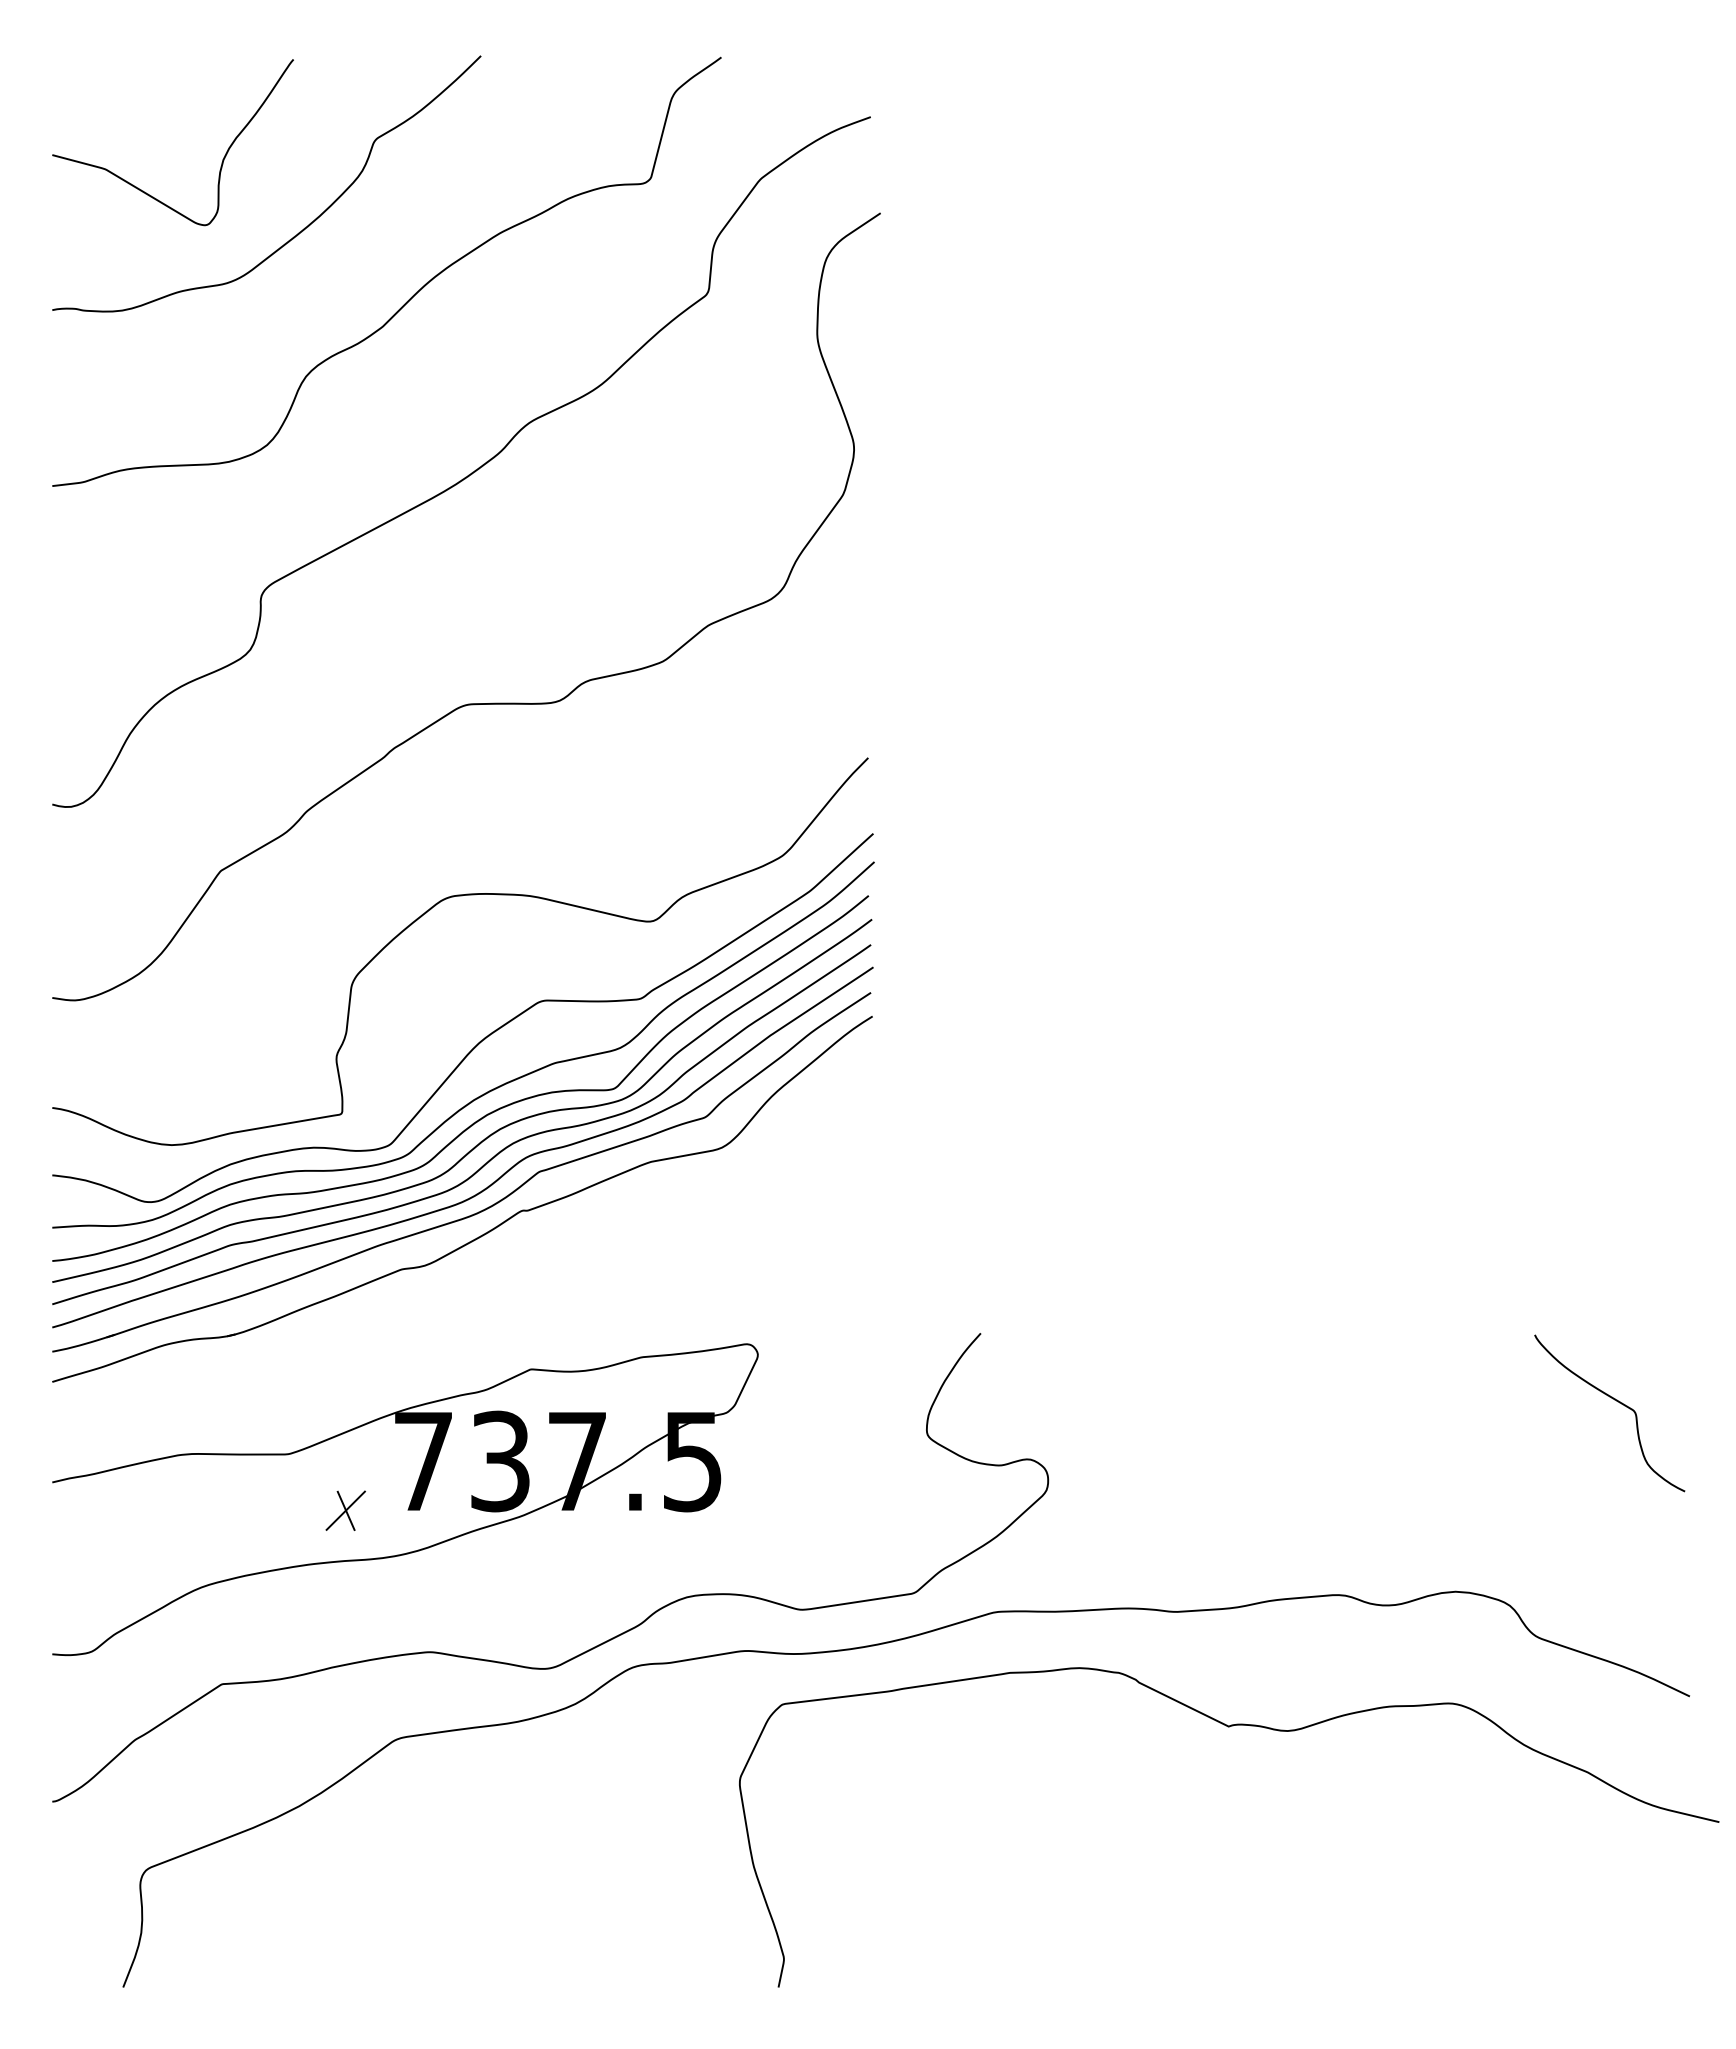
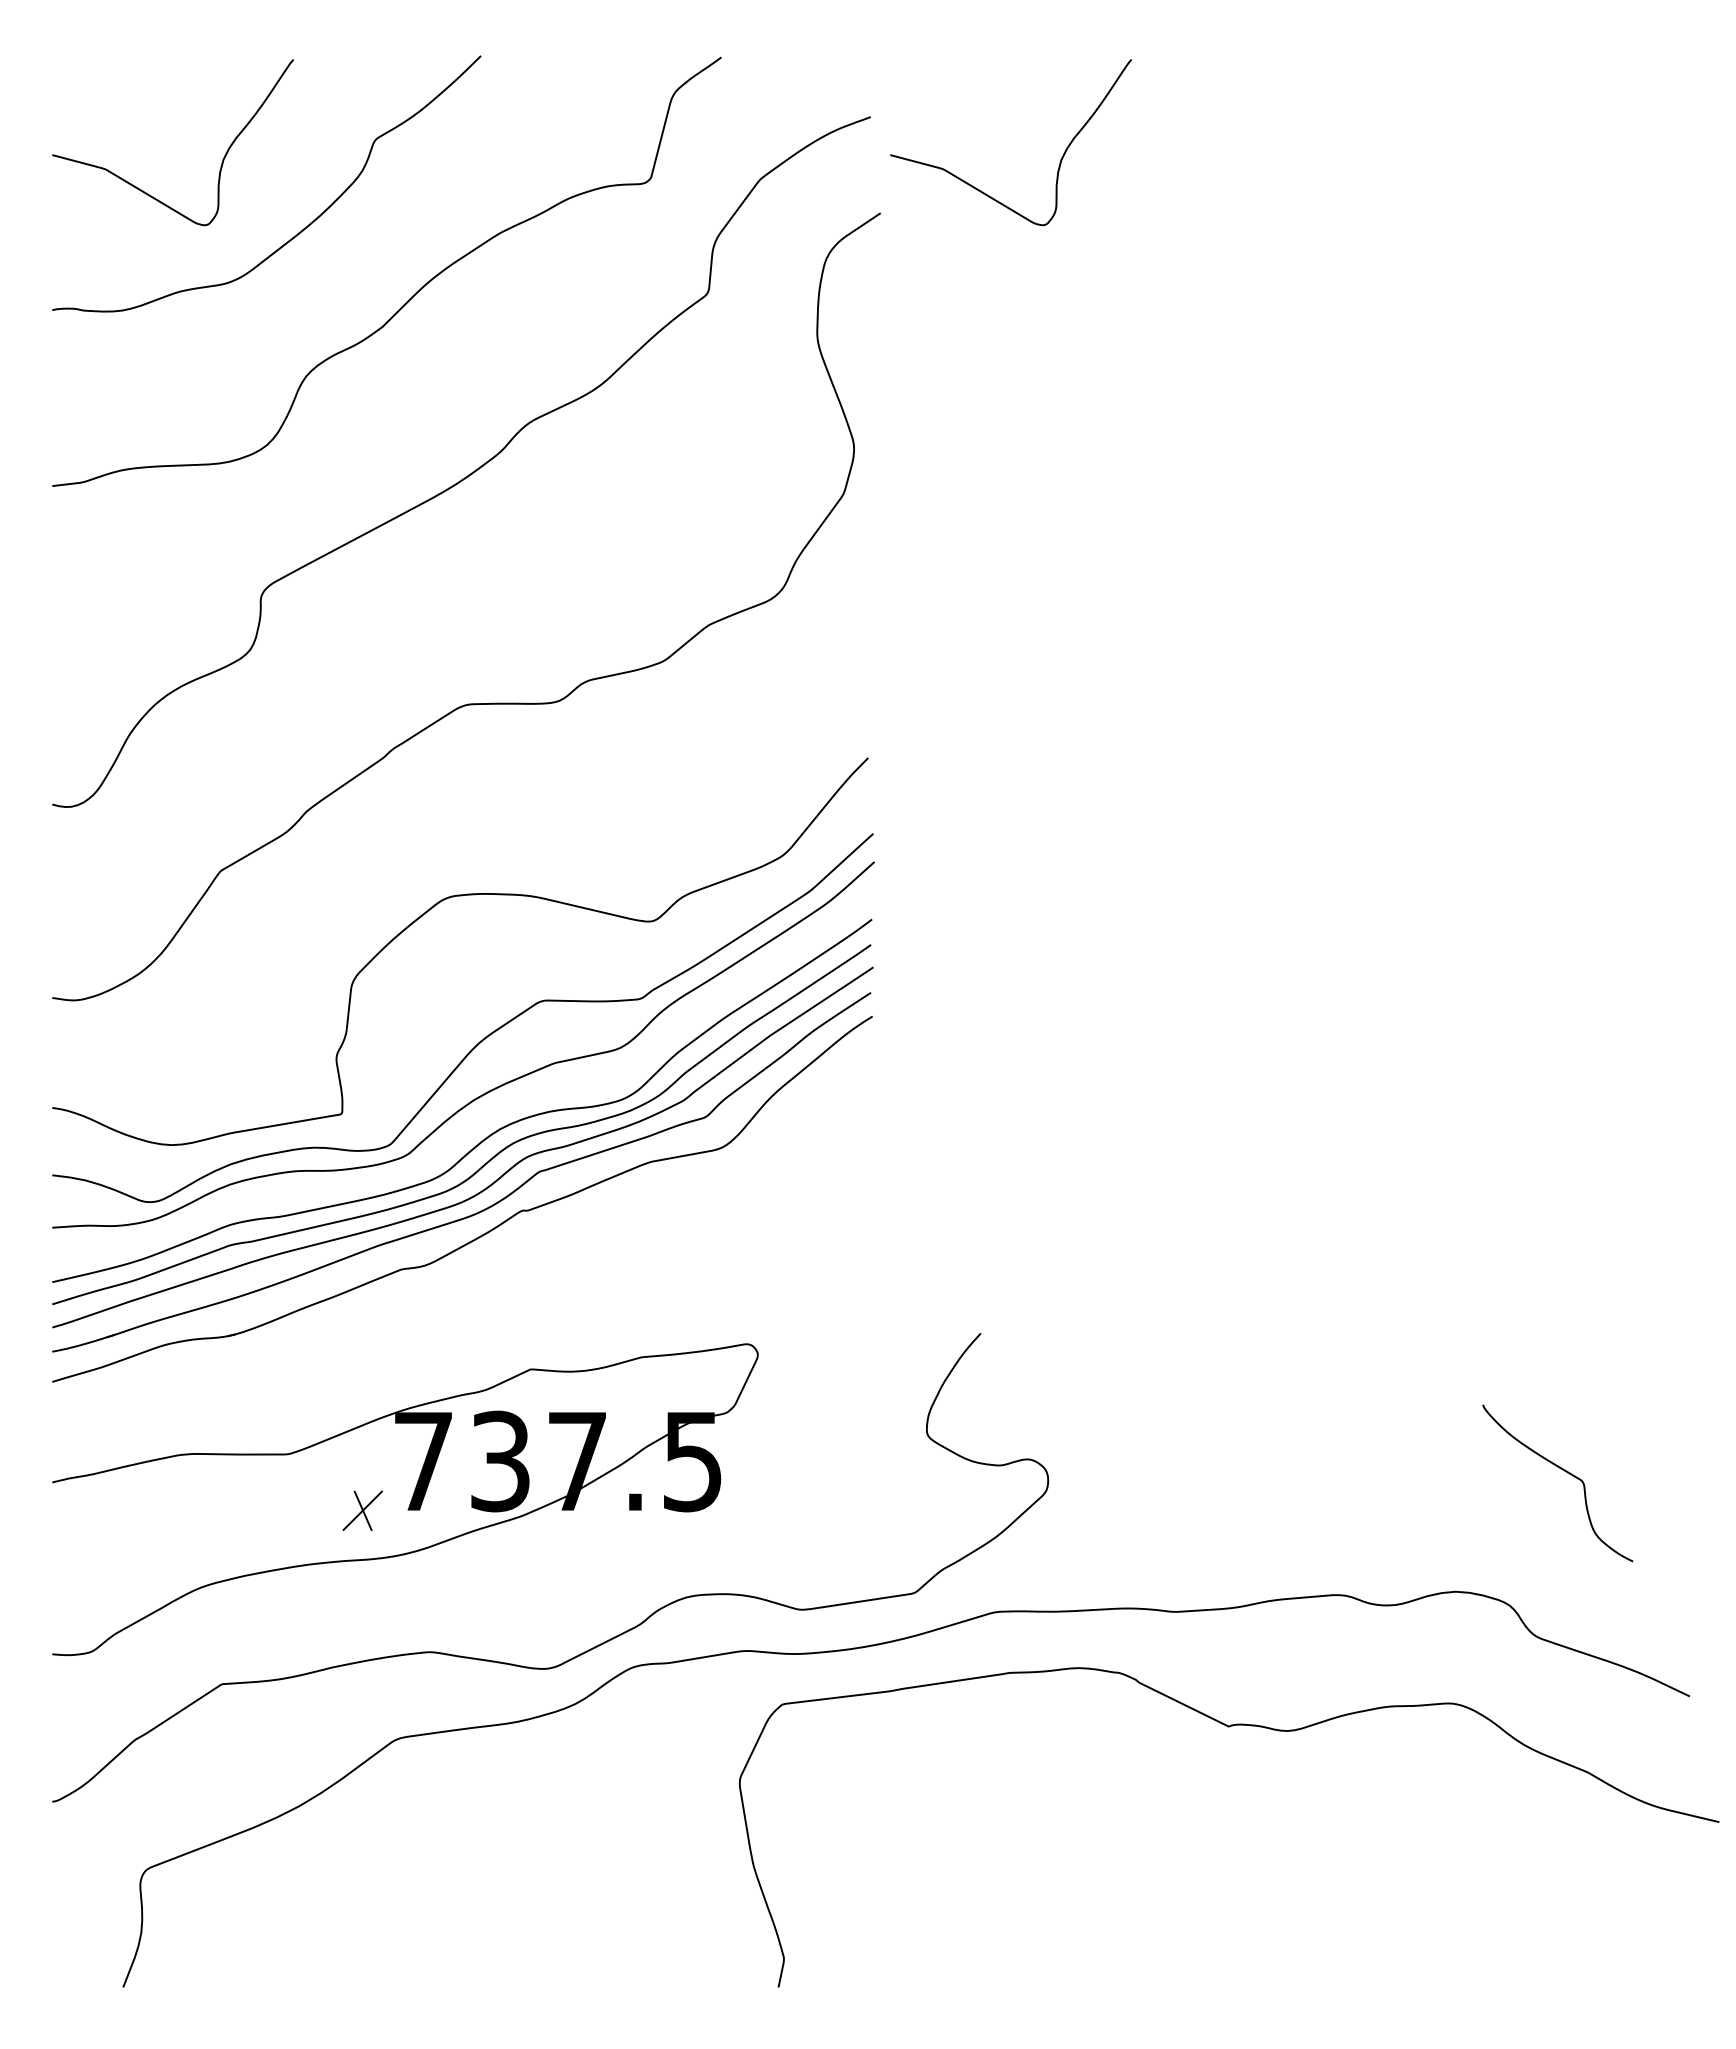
curve at (1060, 159): none -> present
curve at (482, 1116): present -> none
curve at (1616, 1401) position: (1616, 1401) -> (1564, 1471)
part at (345, 1510) position: (345, 1510) -> (362, 1510)
